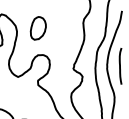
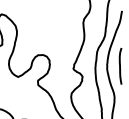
part at (37, 28): present -> none
